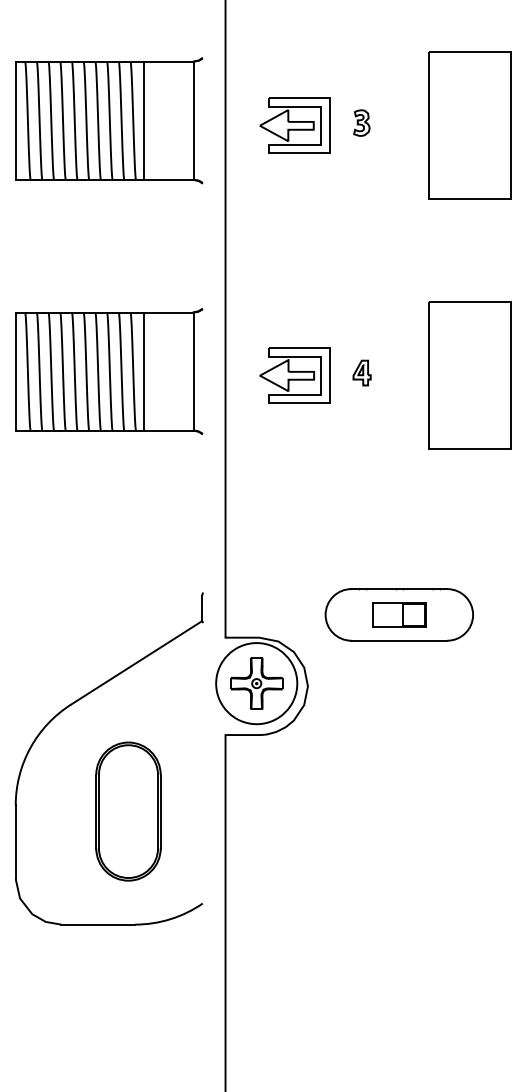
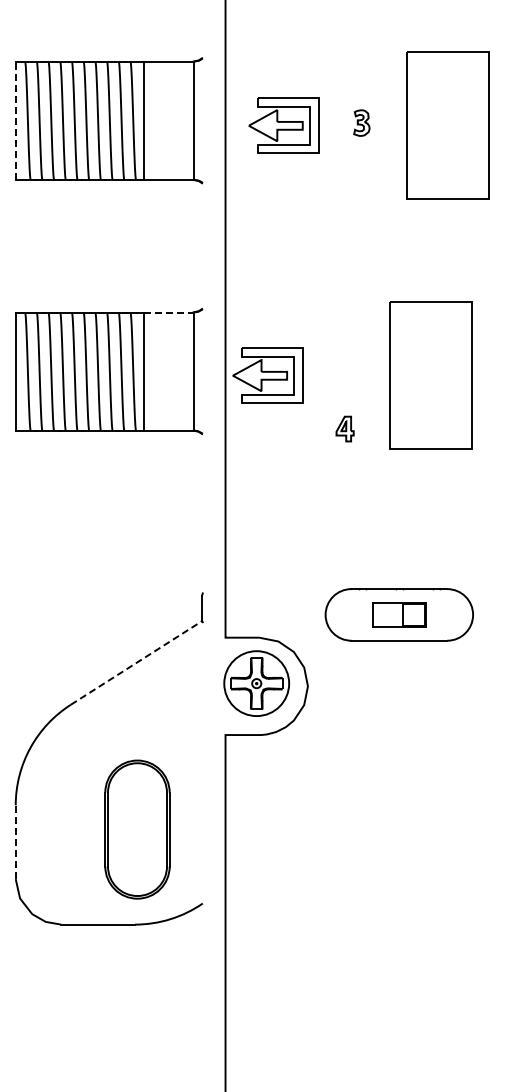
line at (15, 120): solid -> dashed
part at (294, 125) position: (294, 125) -> (283, 125)
part at (469, 125) position: (469, 125) -> (447, 125)
line at (168, 312): solid -> dashed
part at (361, 372) position: (361, 372) -> (344, 428)
part at (294, 375) position: (294, 375) -> (267, 375)
part at (469, 375) position: (469, 375) -> (430, 375)
line at (136, 662): solid -> dashed
circle at (256, 683) diameter: 81 px -> 65 px
part at (128, 811) position: (128, 811) -> (137, 829)
line at (15, 842): solid -> dashed
